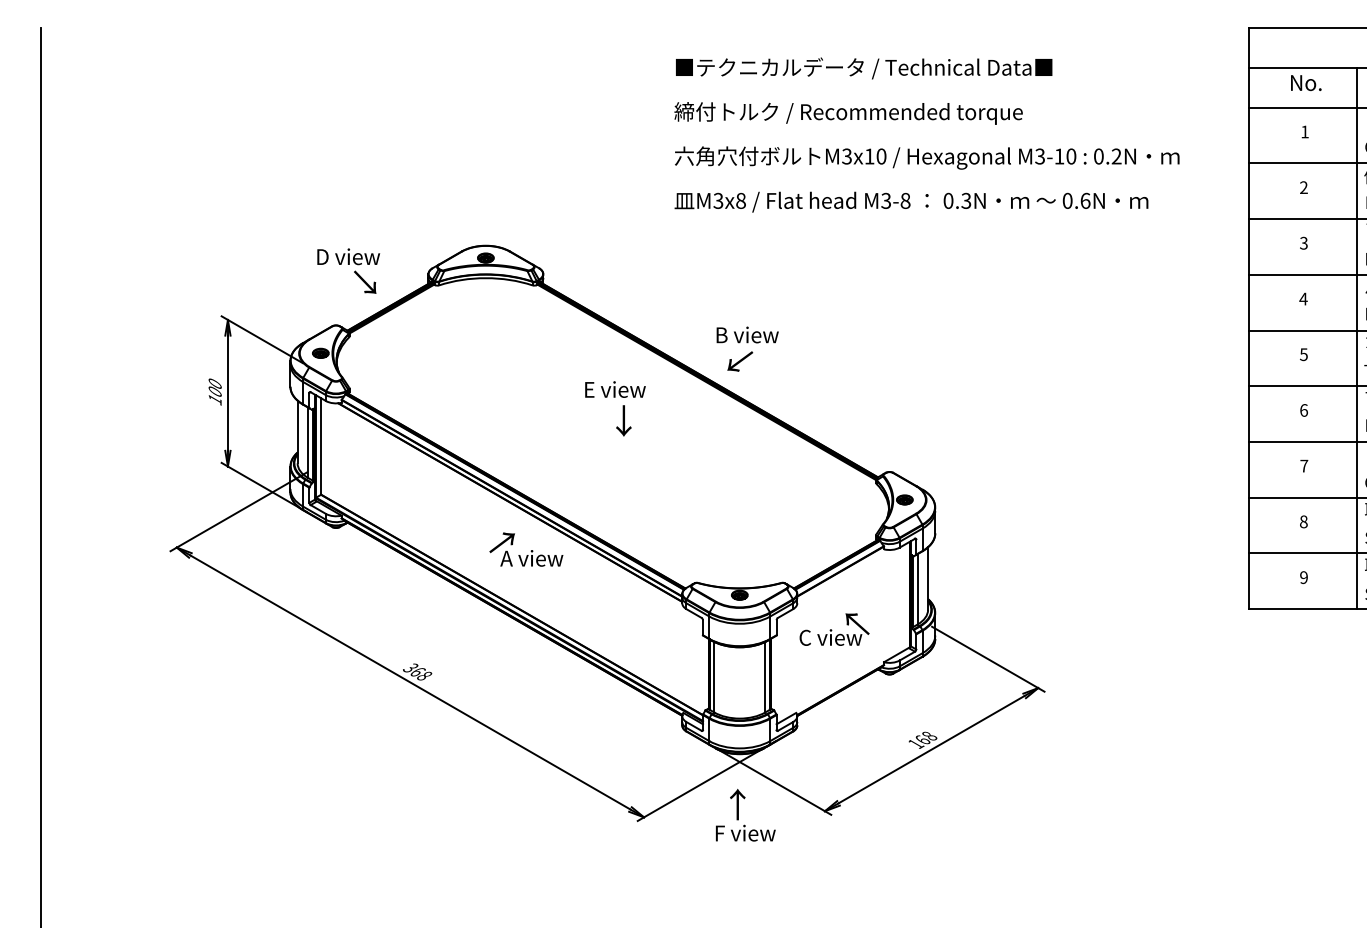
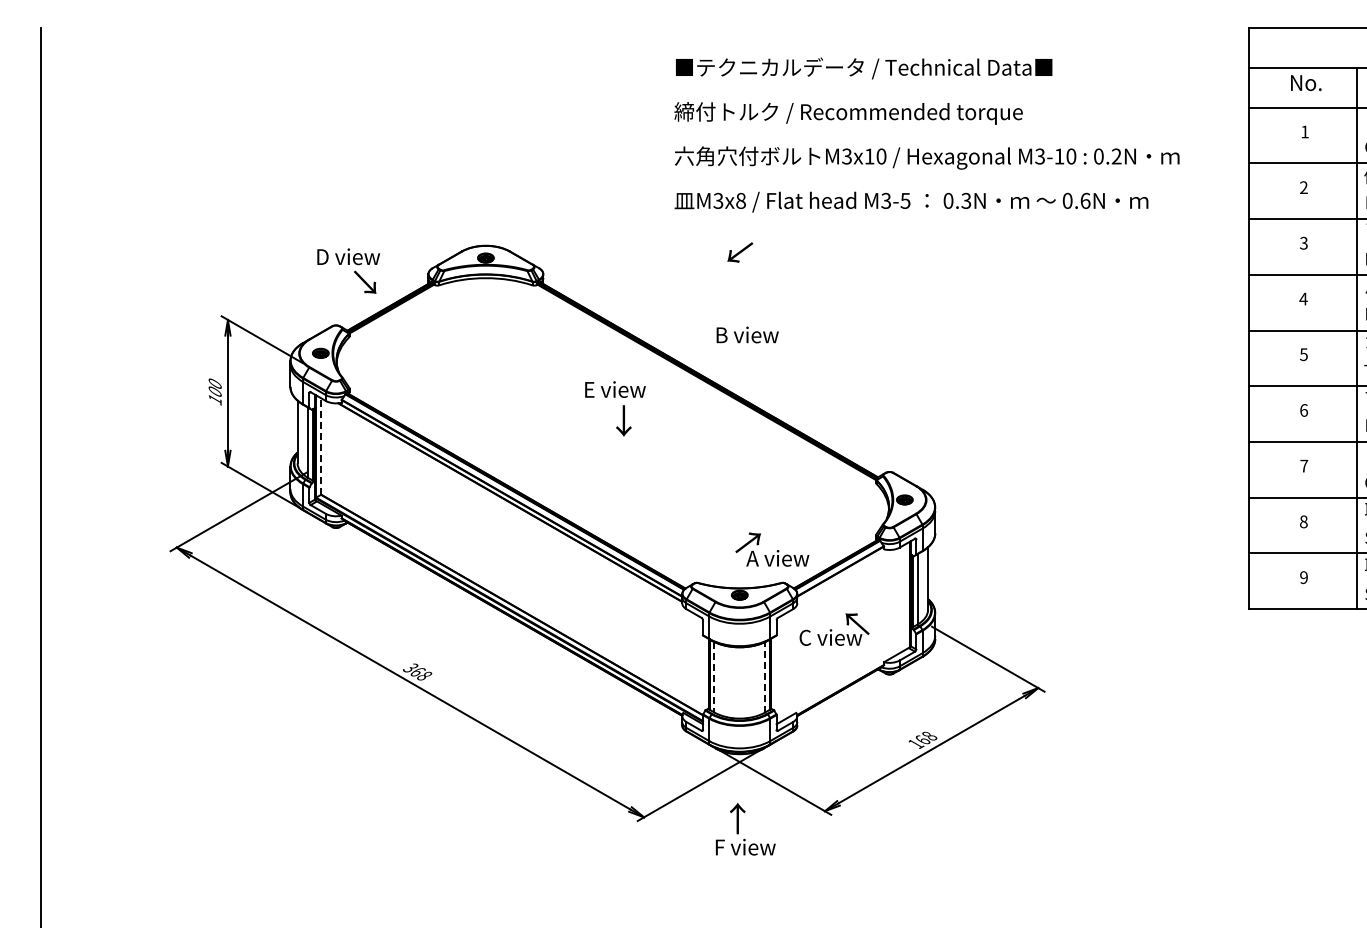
text at (905, 200): M3-8 -> M3-5
text at (740, 361) position: (740, 361) -> (740, 252)
line at (321, 446): solid -> dashed
text at (526, 549) position: (526, 549) -> (772, 549)
line at (765, 676): solid -> dashed
line at (714, 677): solid -> dashed
text at (745, 815) position: (745, 815) -> (745, 829)
